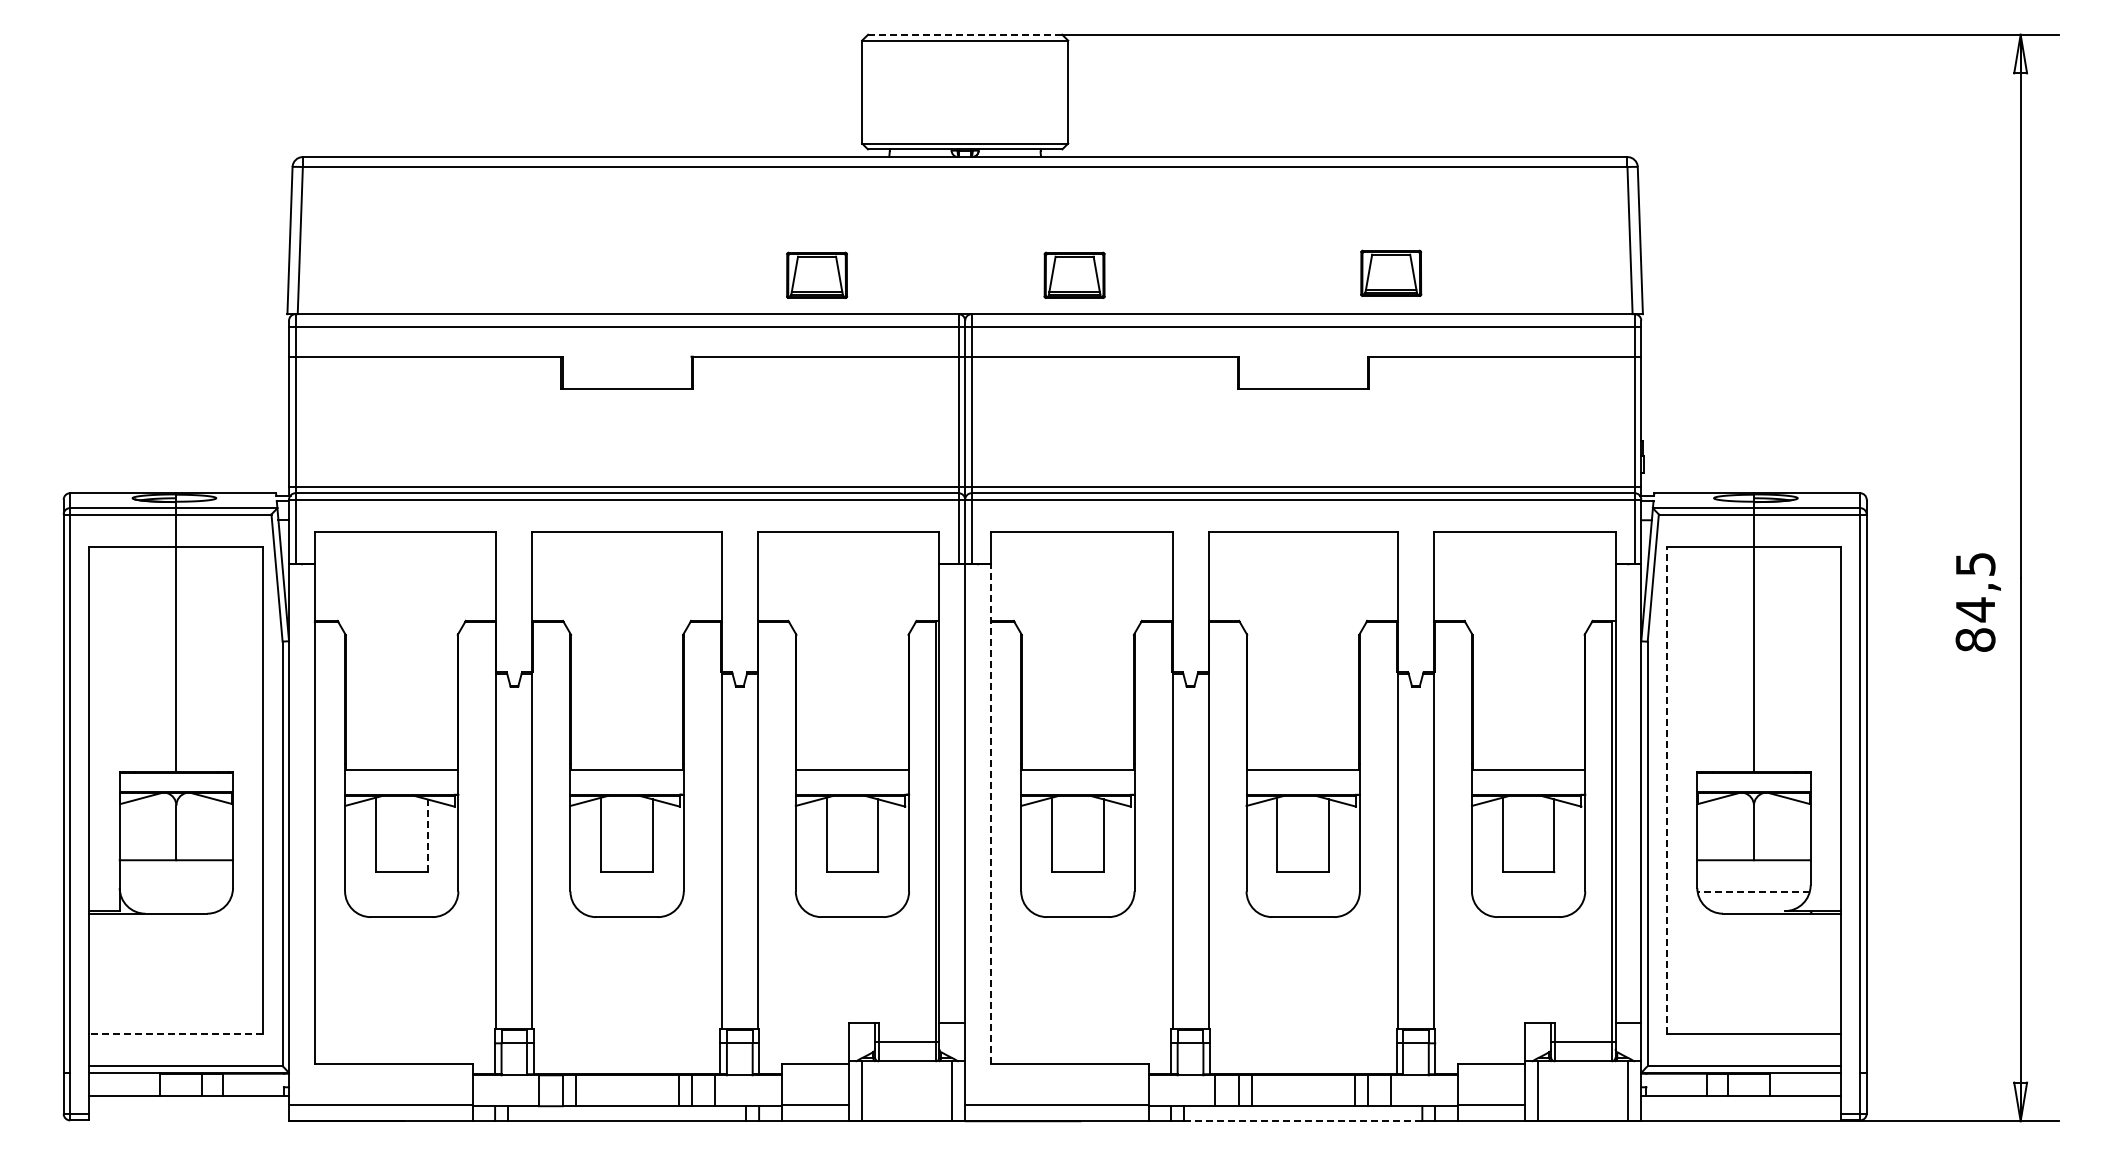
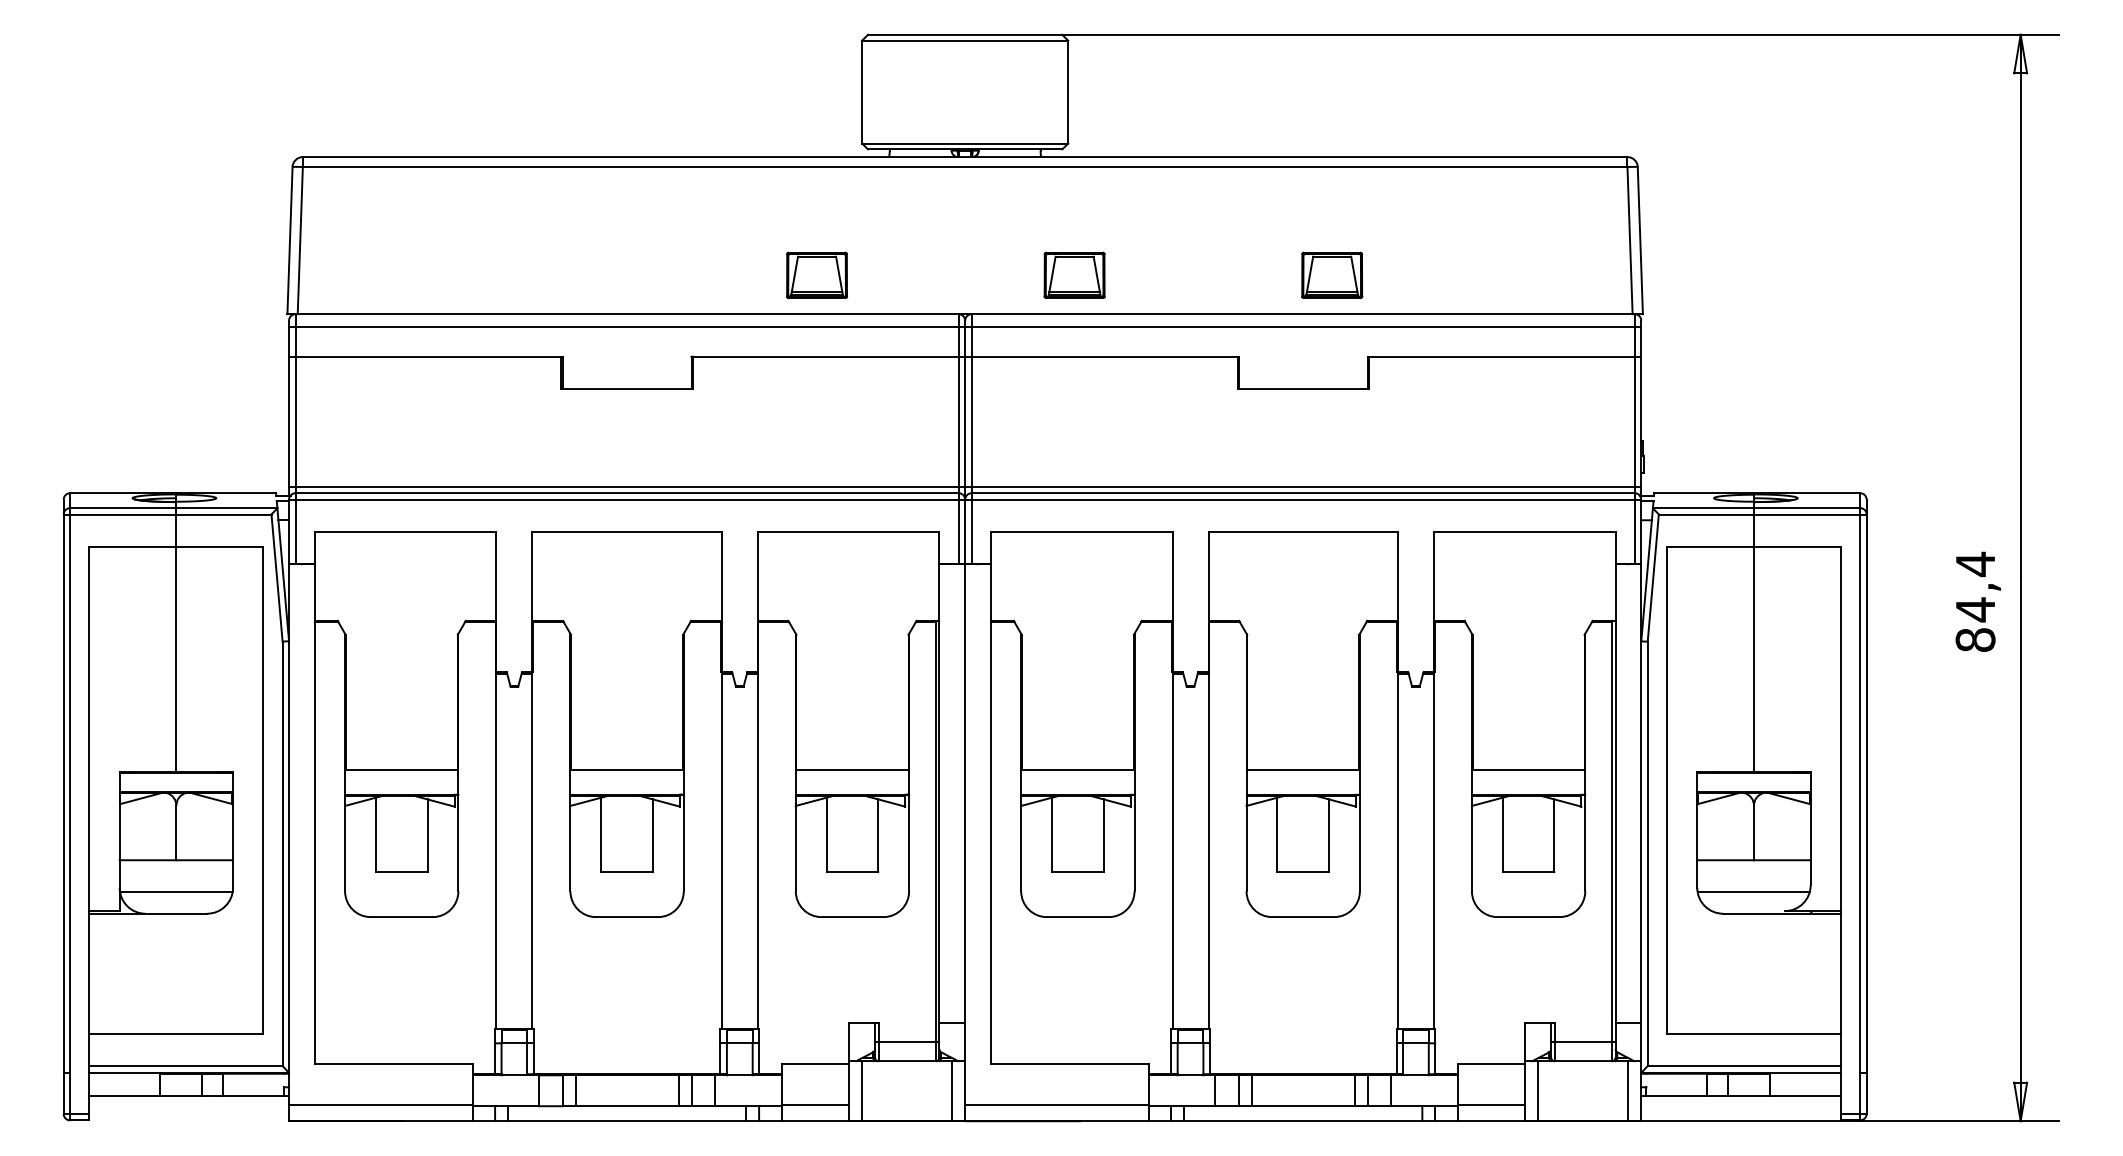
line at (965, 34): dashed -> solid
part at (1391, 272) position: (1391, 272) -> (1332, 274)
text at (1975, 564): 84,5 -> 84,4
line at (1667, 790): dashed -> solid
line at (990, 814): dashed -> solid
line at (427, 835): dashed -> solid
line at (176, 892): none -> present
line at (1753, 892): dashed -> solid
line at (176, 1034): dashed -> solid
line at (1302, 1120): dashed -> solid
